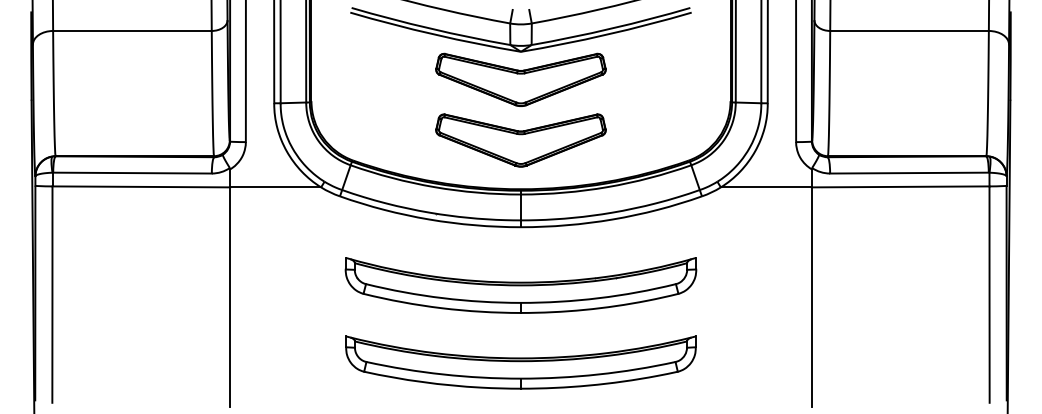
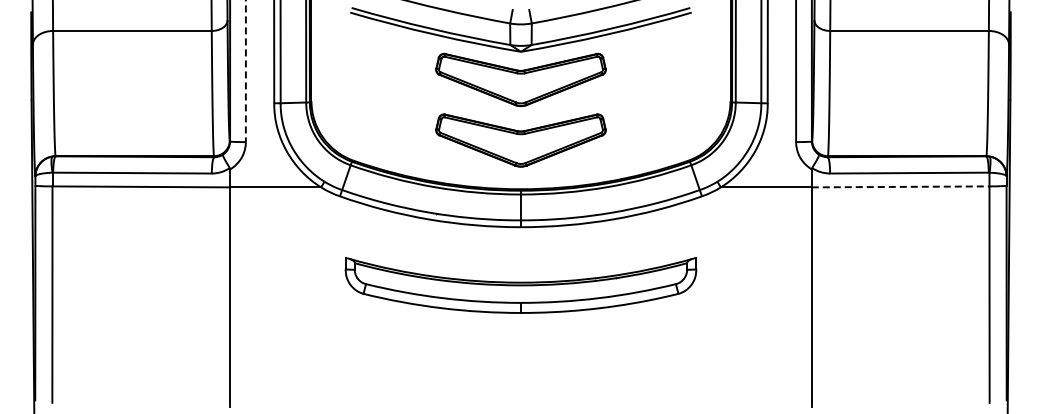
line at (245, 71): solid -> dashed
line at (900, 186): solid -> dashed
part at (520, 362): present -> none
